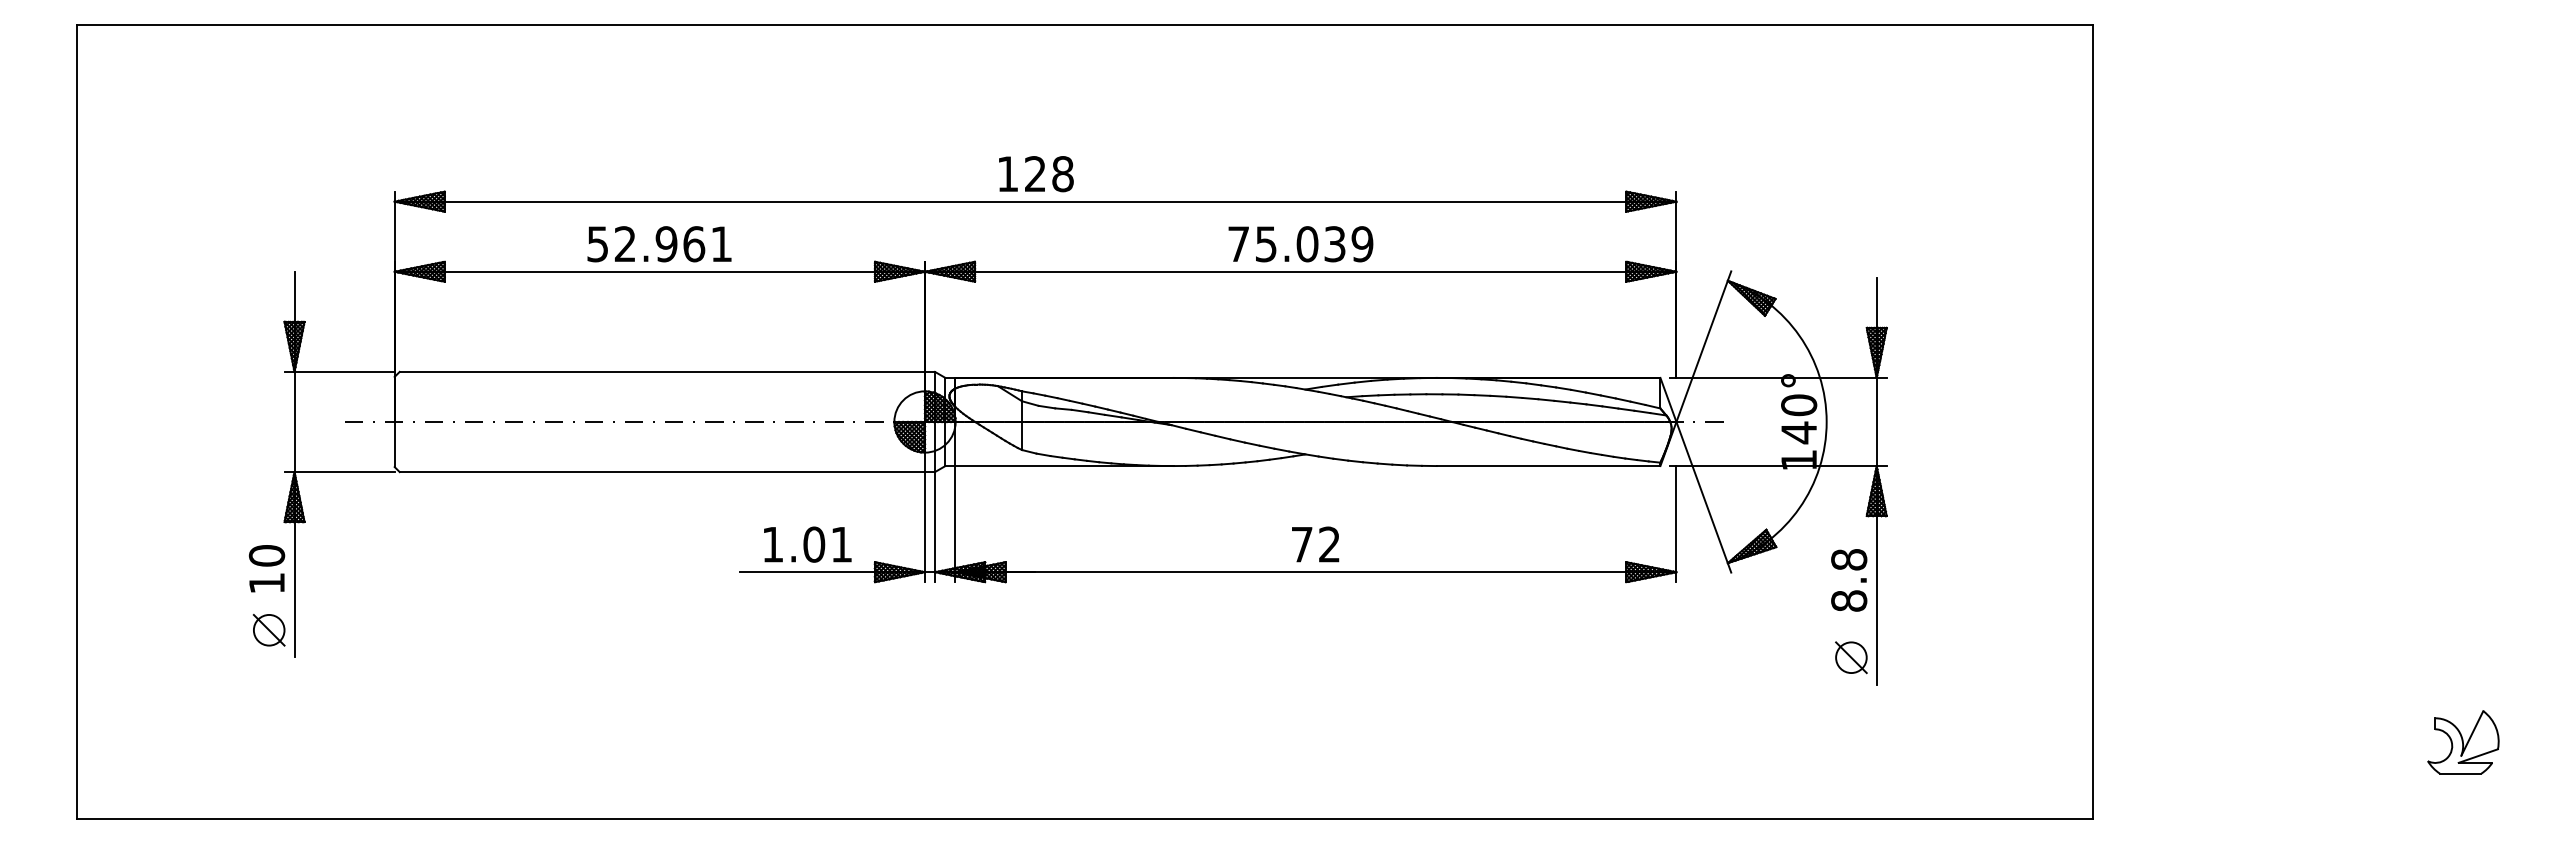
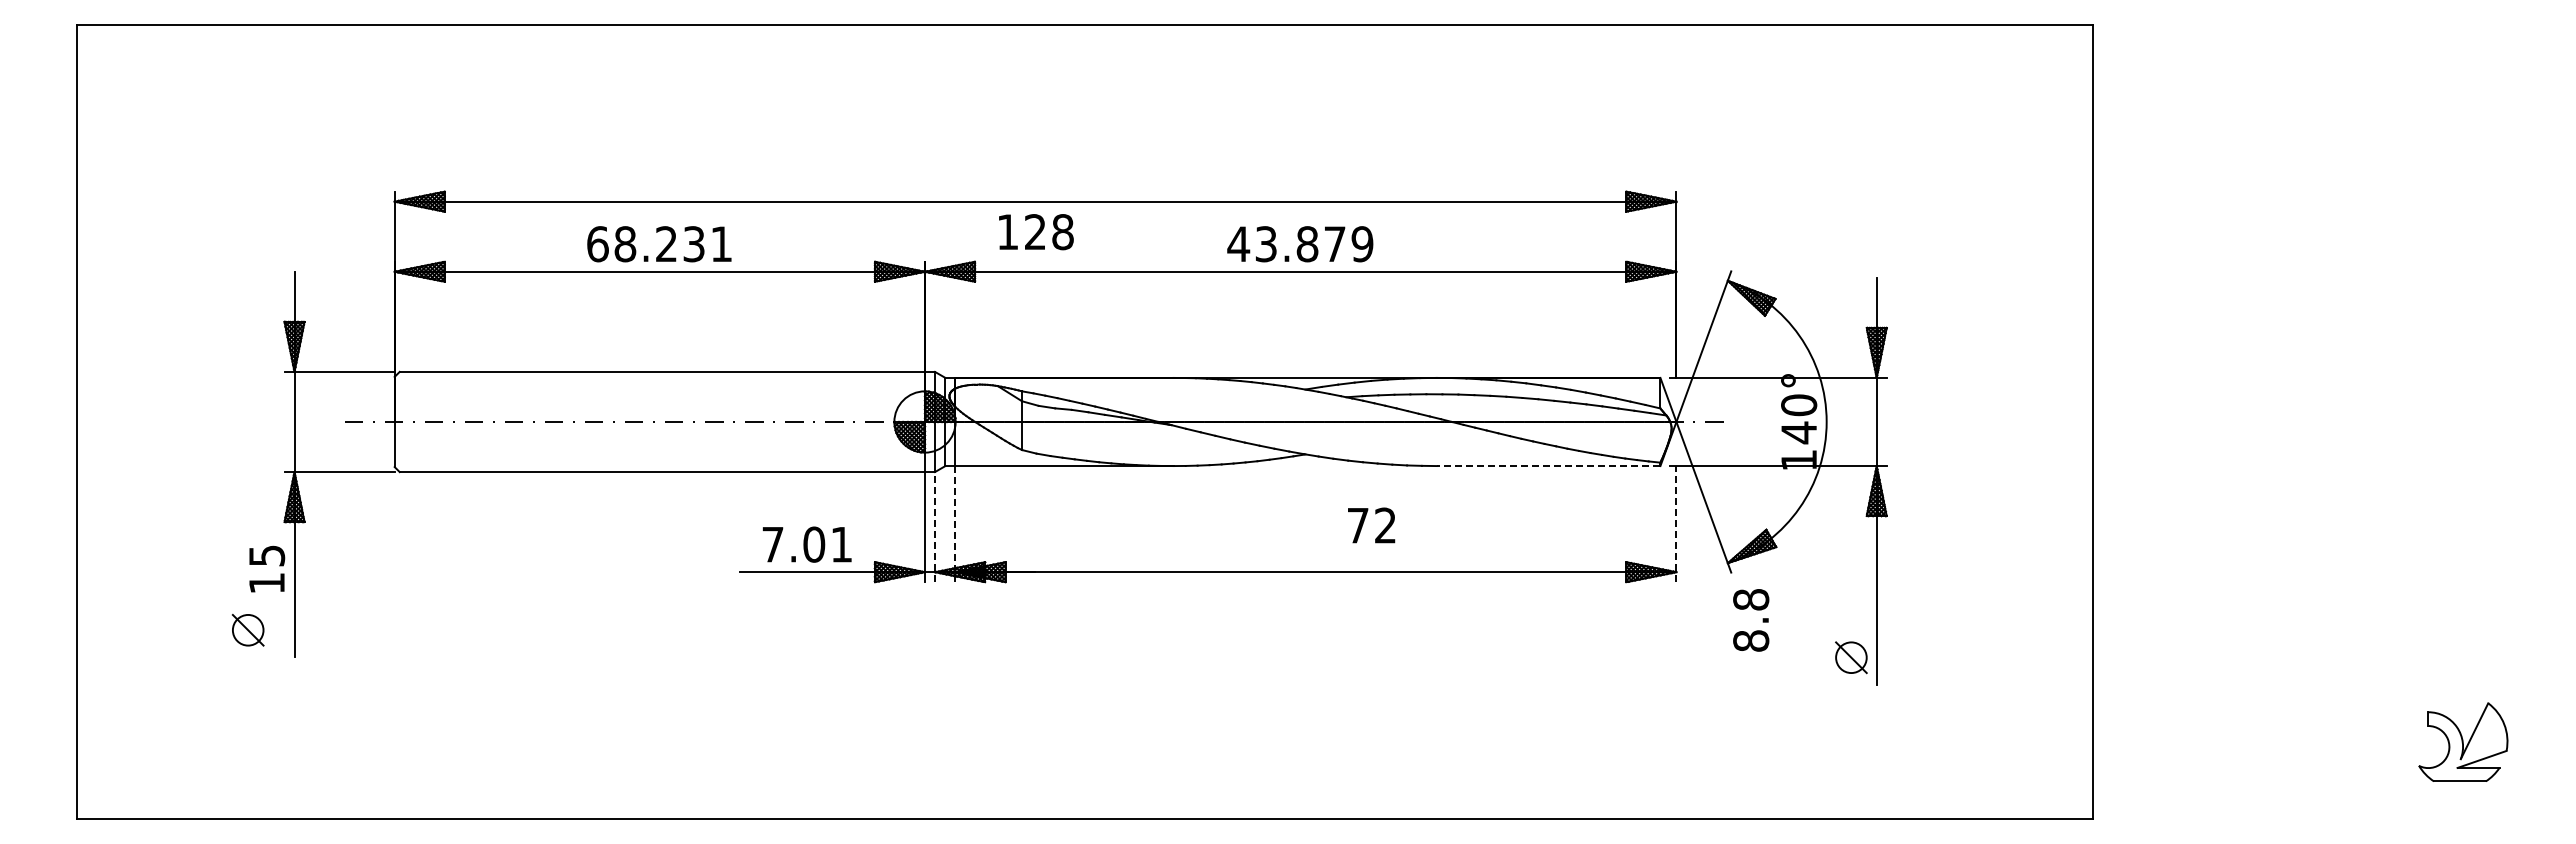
text at (1036, 174) position: (1036, 174) -> (1036, 232)
text at (646, 244): 52.961 -> 68.231
text at (1286, 244): 75.039 -> 43.879
line at (1548, 466): solid -> dashed
line at (1676, 523): solid -> dashed
line at (955, 524): solid -> dashed
line at (935, 526): solid -> dashed
text at (772, 544): 1.01 -> 7.01
text at (1315, 544) position: (1315, 544) -> (1371, 525)
text at (266, 555): 10 -> 15
text at (1849, 580) position: (1849, 580) -> (1751, 620)
part at (268, 630) position: (268, 630) -> (247, 630)
part at (2463, 742) size: 73x65 px -> 91x80 px
